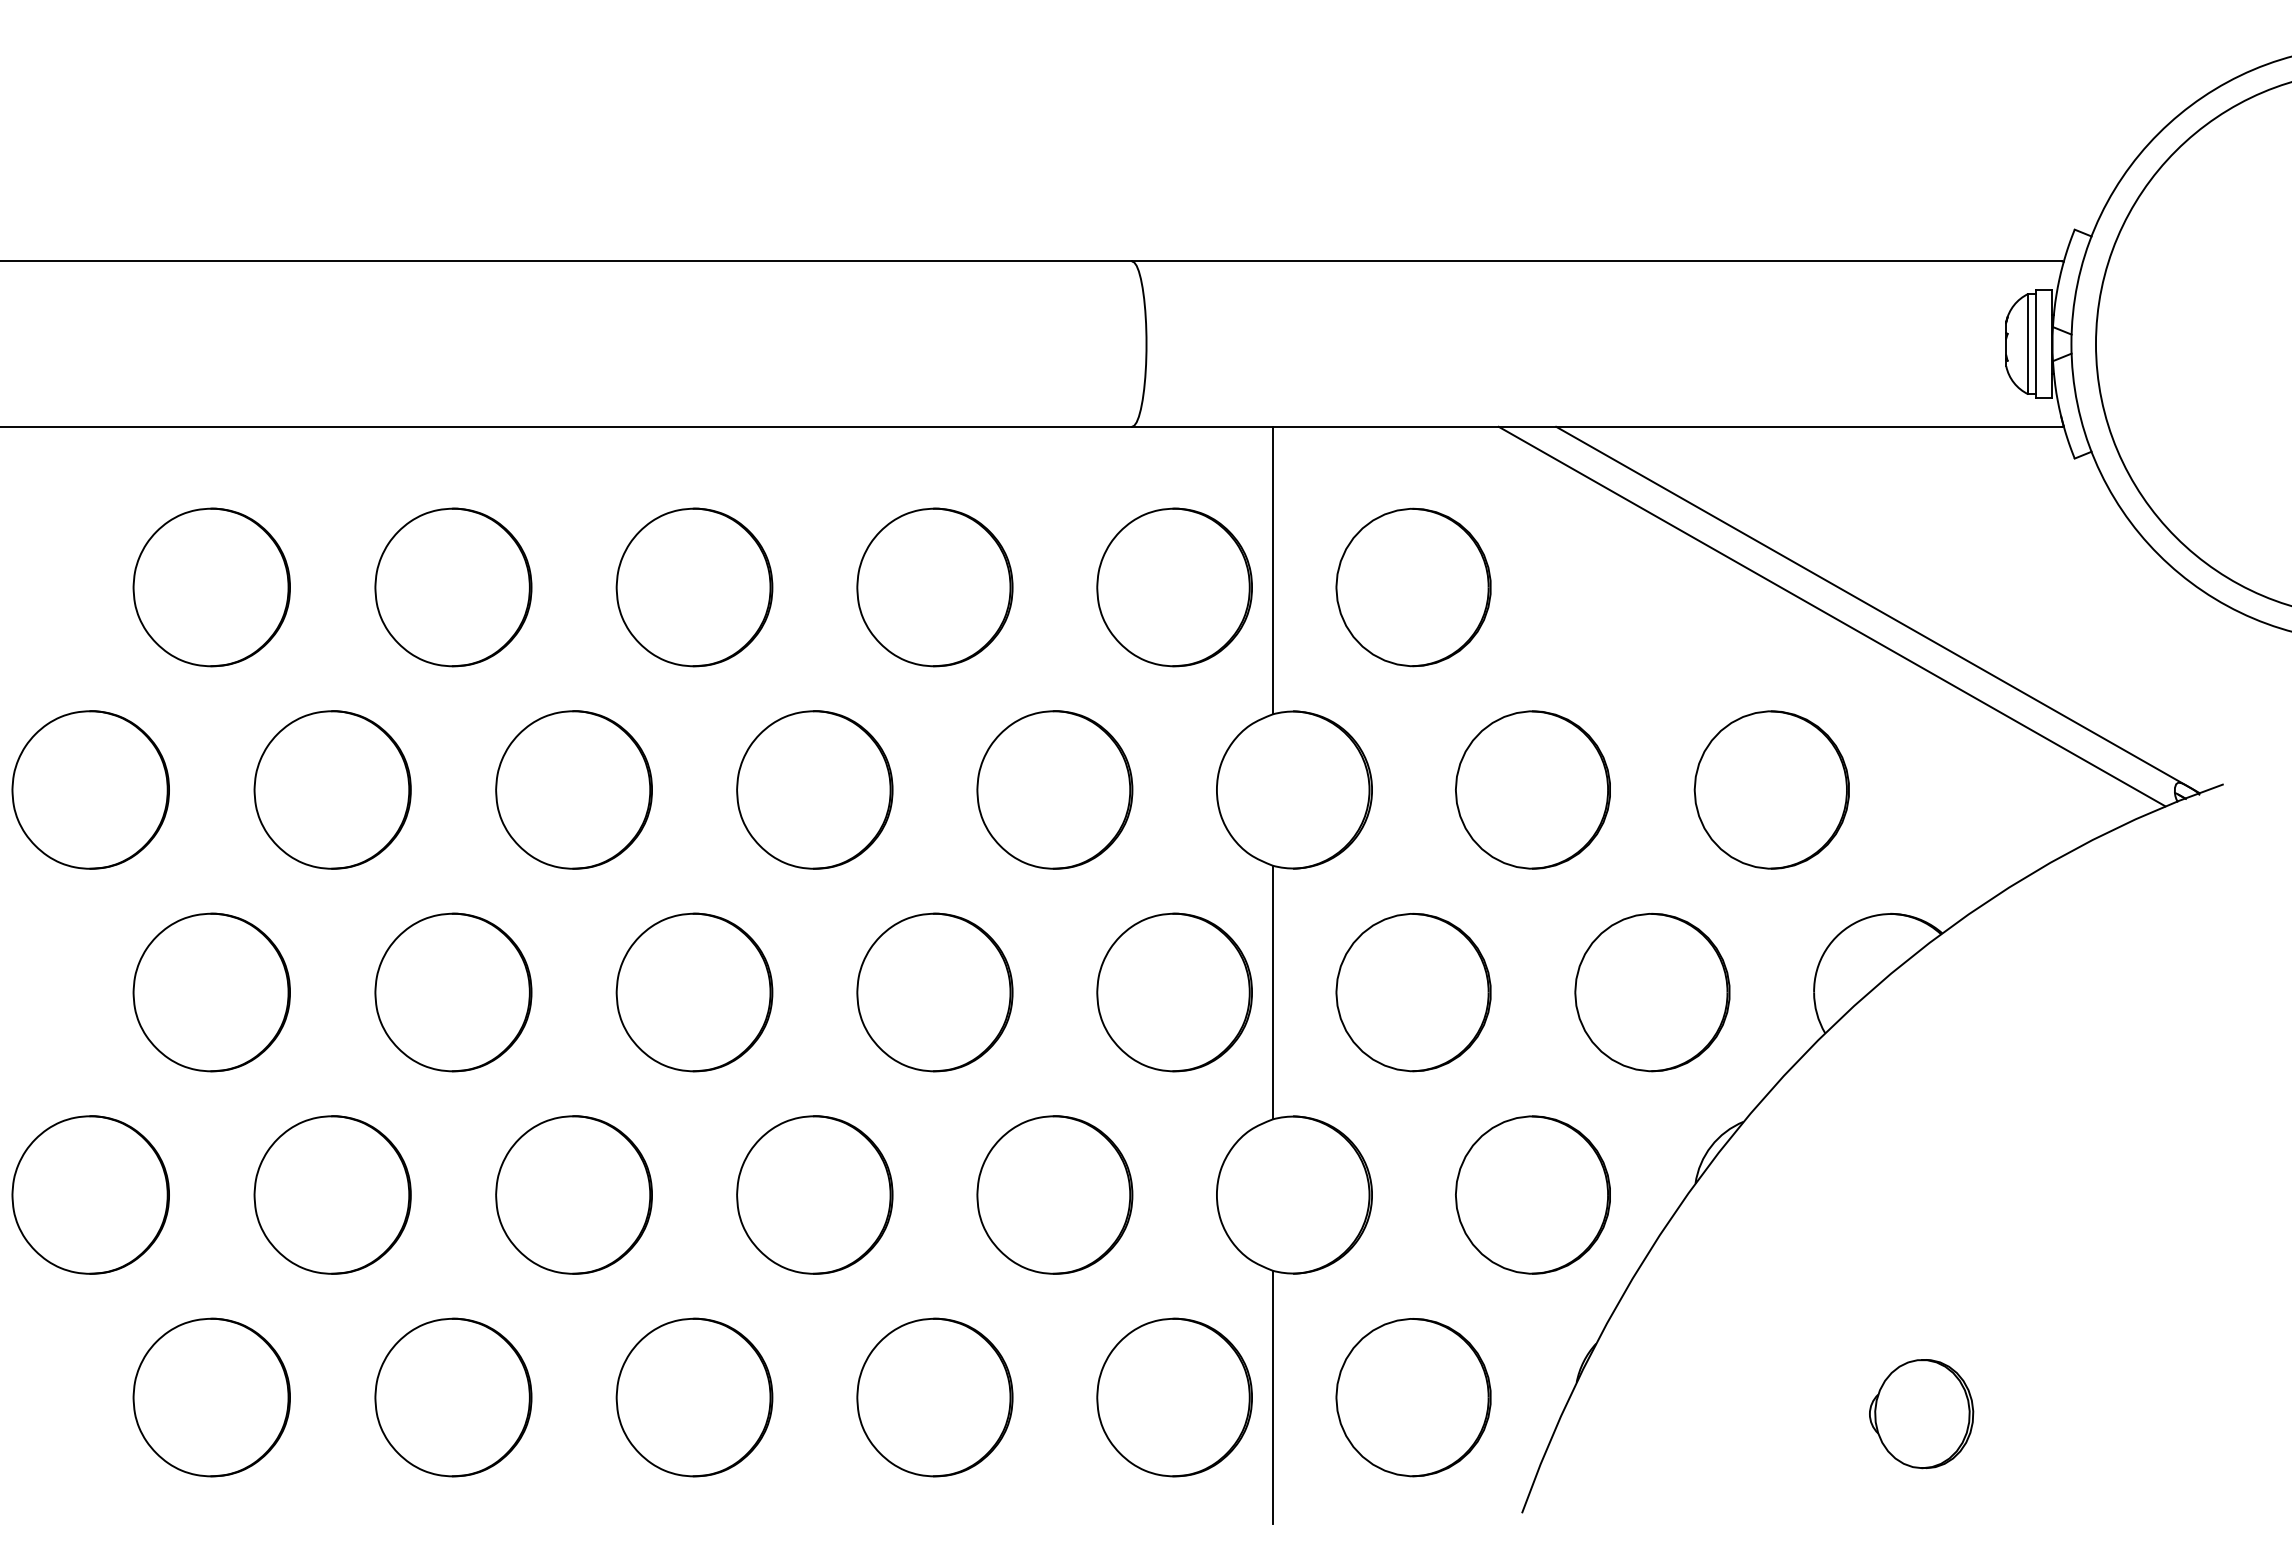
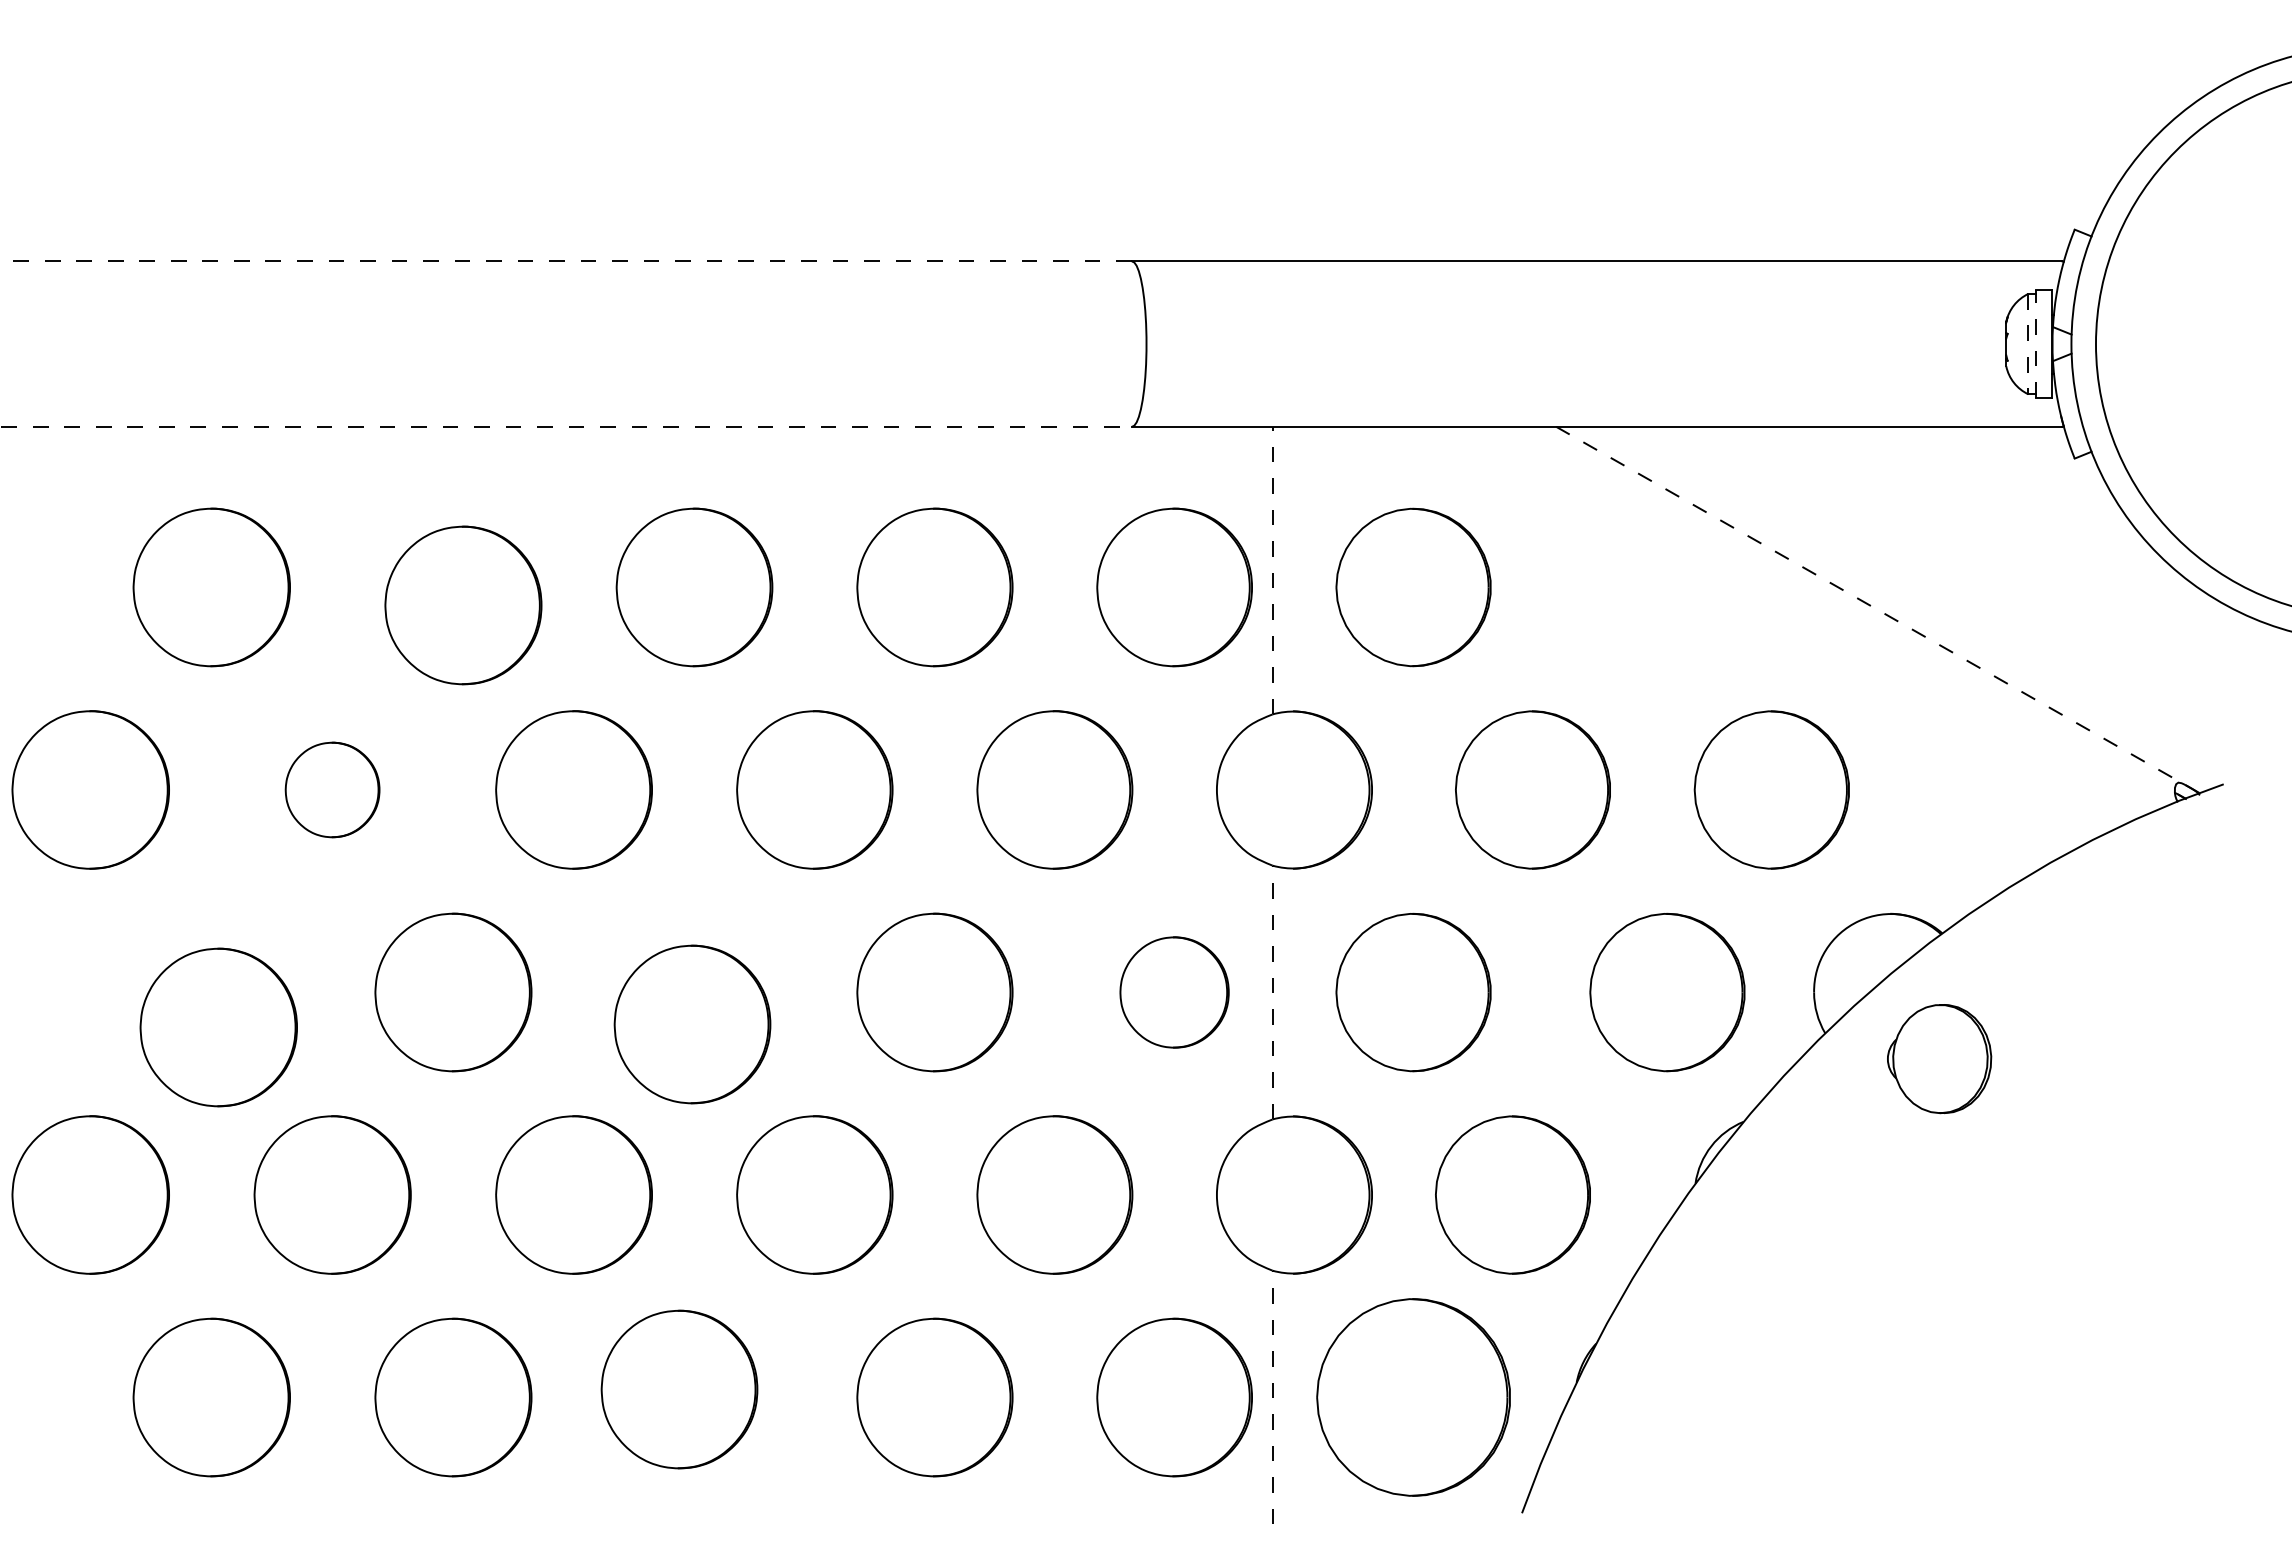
line at (566, 261): solid -> dashed
line at (2028, 342): solid -> dashed
line at (2035, 344): solid -> dashed
line at (566, 426): solid -> dashed
line at (1272, 570): solid -> dashed
part at (453, 587) position: (453, 587) -> (463, 605)
line at (1877, 609): solid -> dashed
line at (1831, 616): present -> none
part at (332, 789) size: 159x160 px -> 97x98 px
part at (211, 992) position: (211, 992) -> (218, 1027)
part at (694, 992) position: (694, 992) -> (692, 1024)
part at (1174, 992) size: 157x161 px -> 111x113 px
line at (1272, 992): solid -> dashed
part at (1652, 992) position: (1652, 992) -> (1667, 992)
part at (1532, 1194) position: (1532, 1194) -> (1512, 1194)
part at (694, 1397) position: (694, 1397) -> (679, 1389)
line at (1272, 1397): solid -> dashed
part at (1413, 1397) size: 157x160 px -> 195x199 px
part at (1921, 1414) position: (1921, 1414) -> (1939, 1059)
